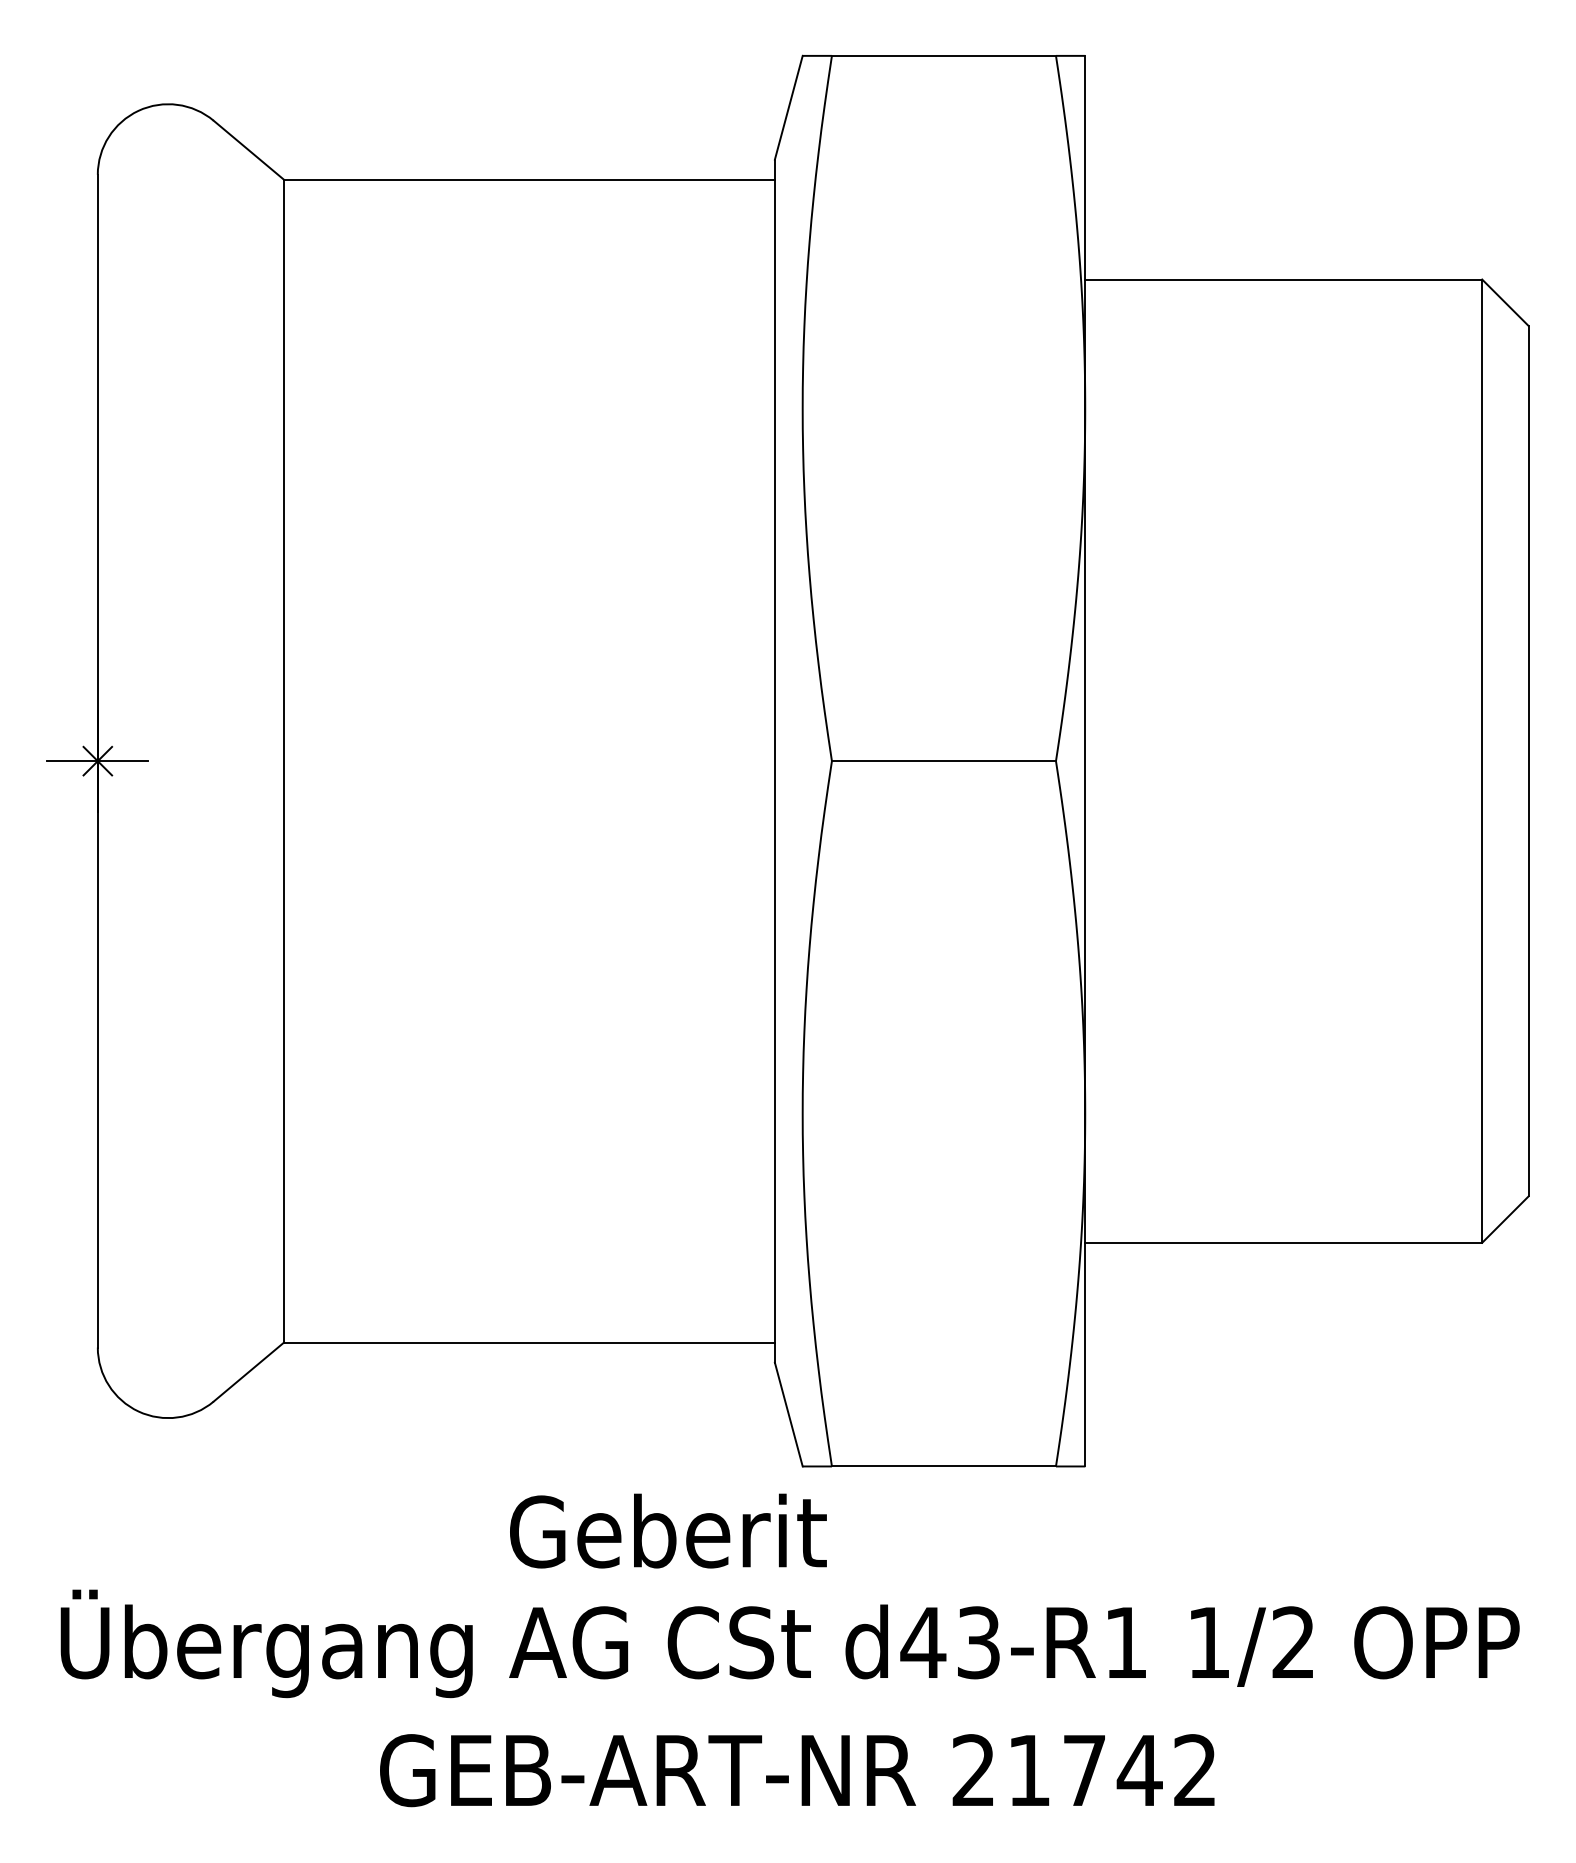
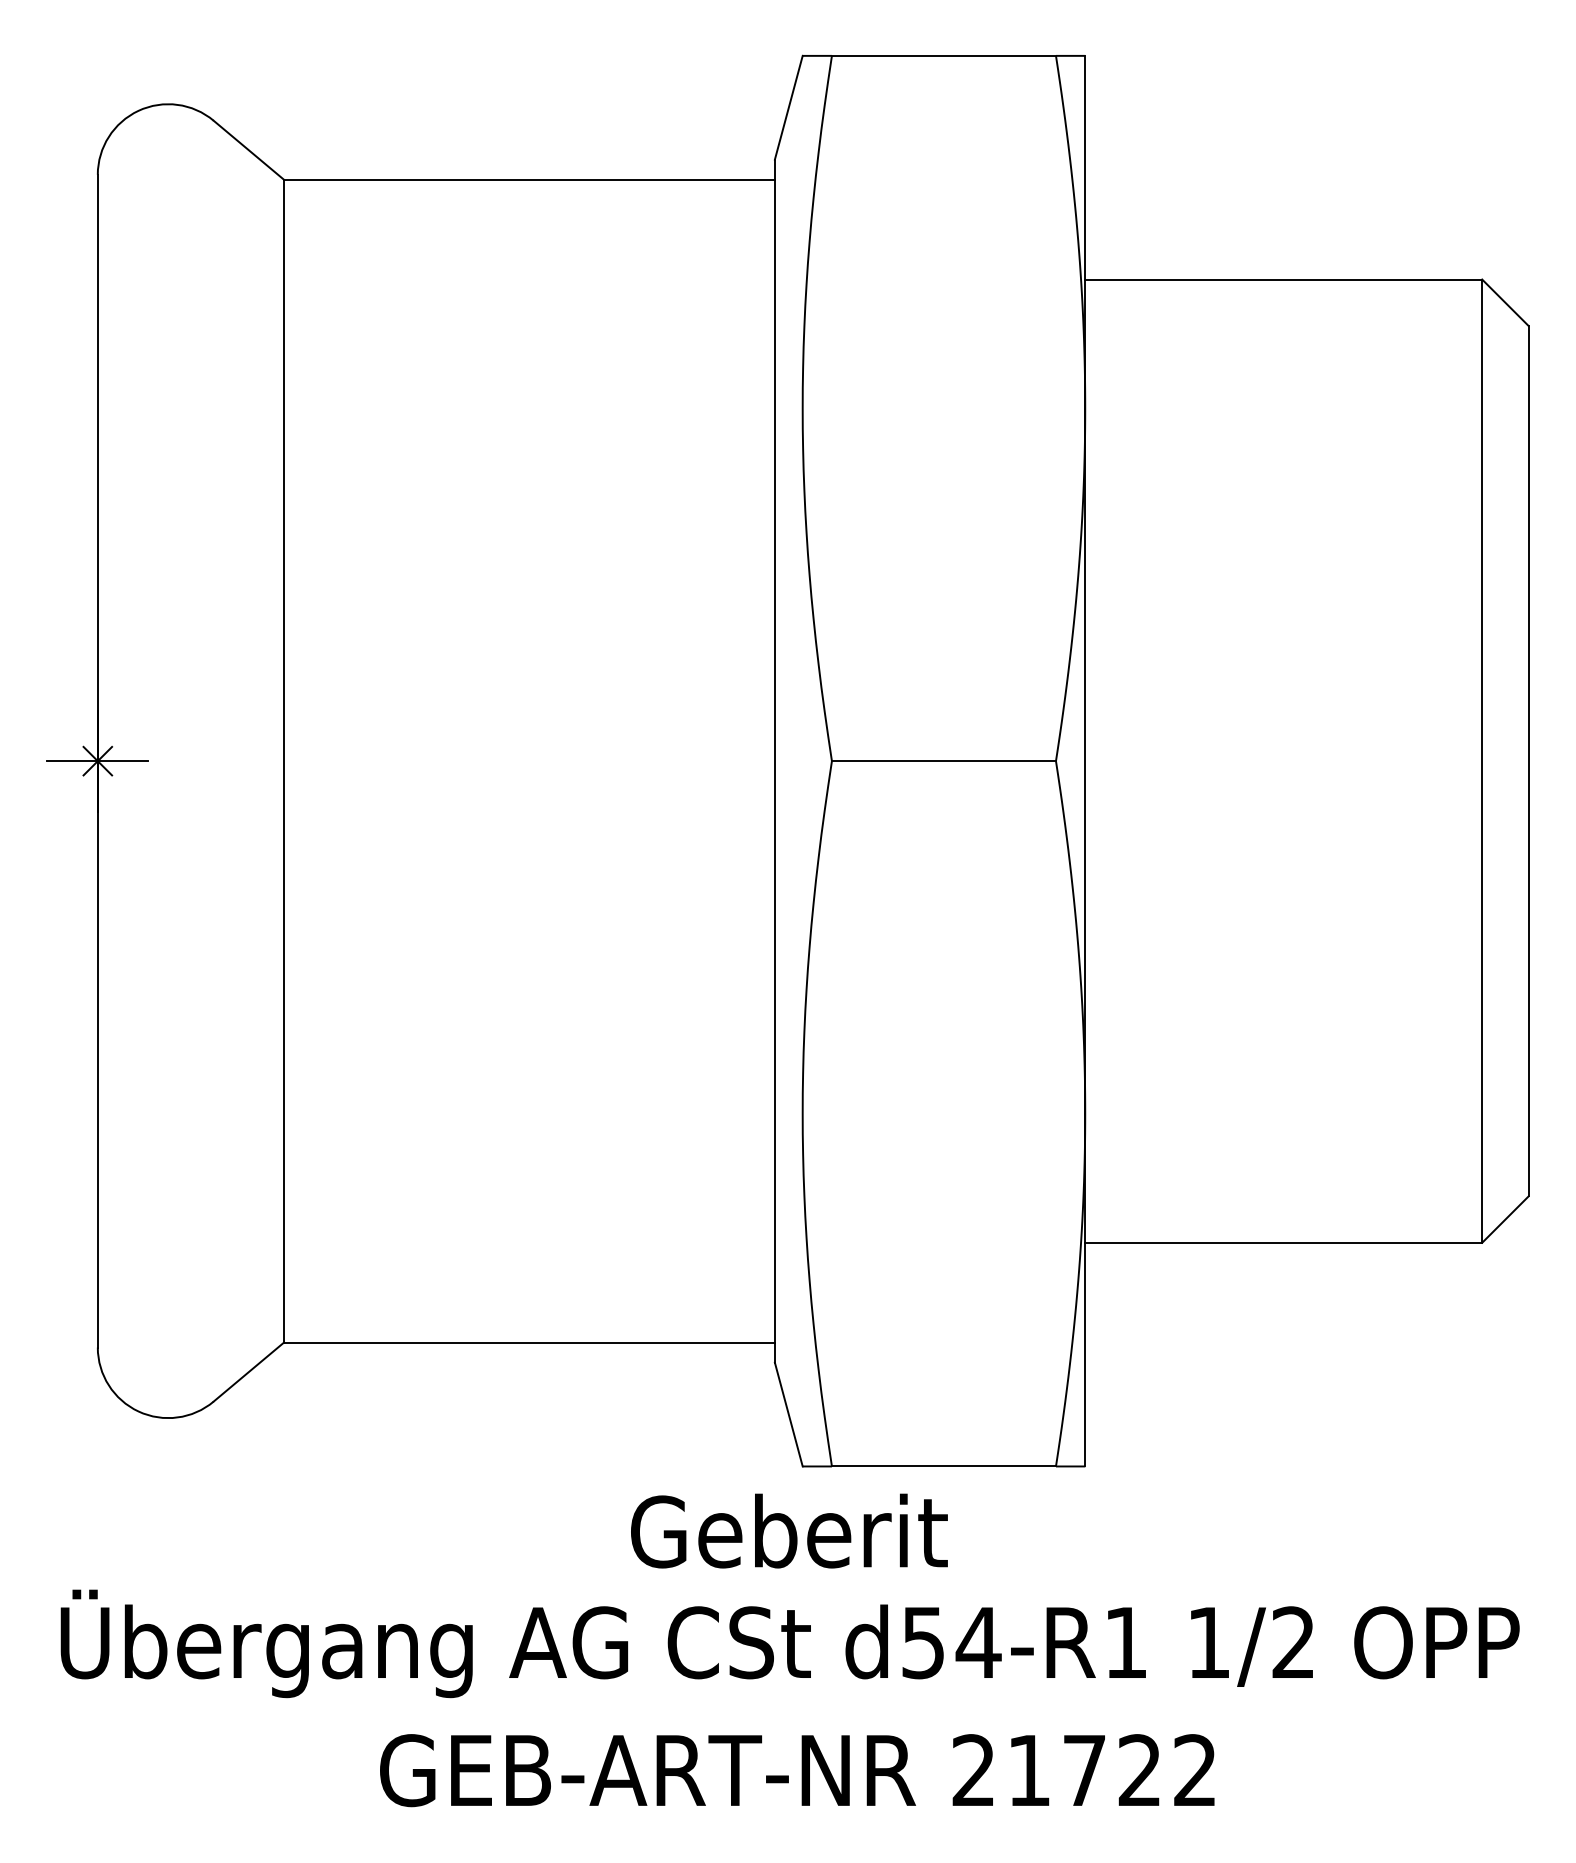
text at (668, 1530) position: (668, 1530) -> (789, 1530)
text at (950, 1642): d43-R1 -> d54-R1
text at (1139, 1769): 21742 -> 21722
